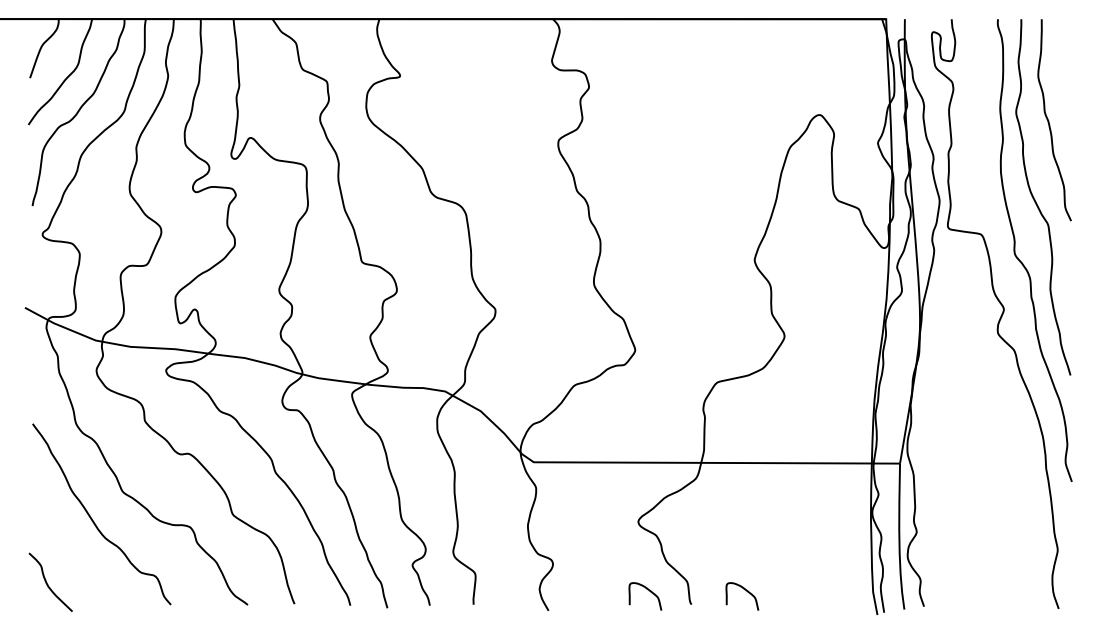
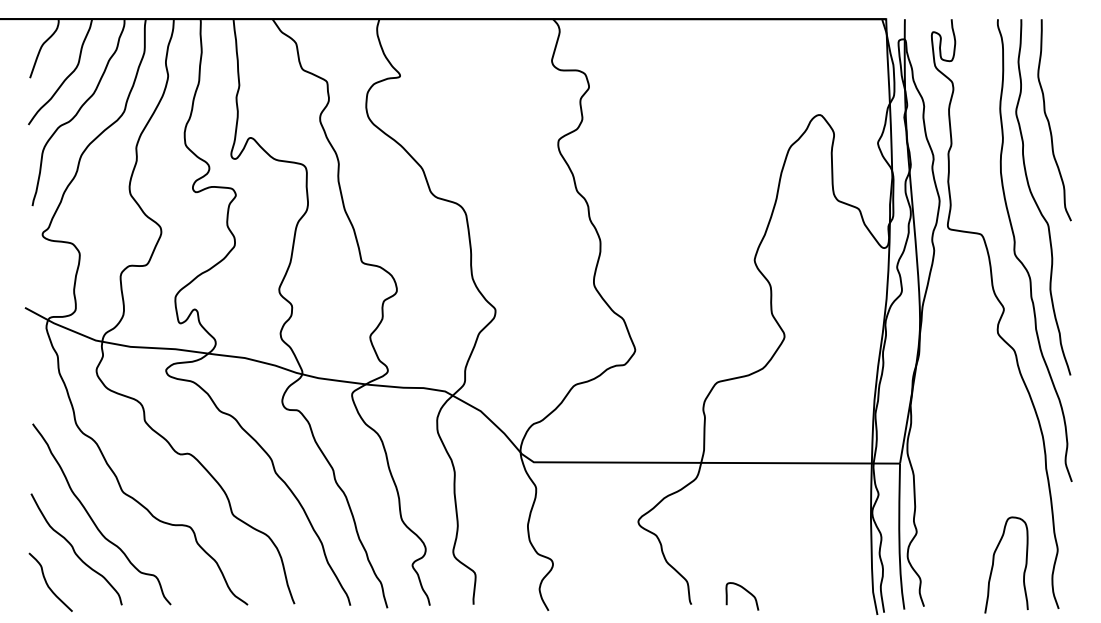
curve at (74, 549): none -> present
curve at (994, 561): none -> present
curve at (647, 590): present -> none
